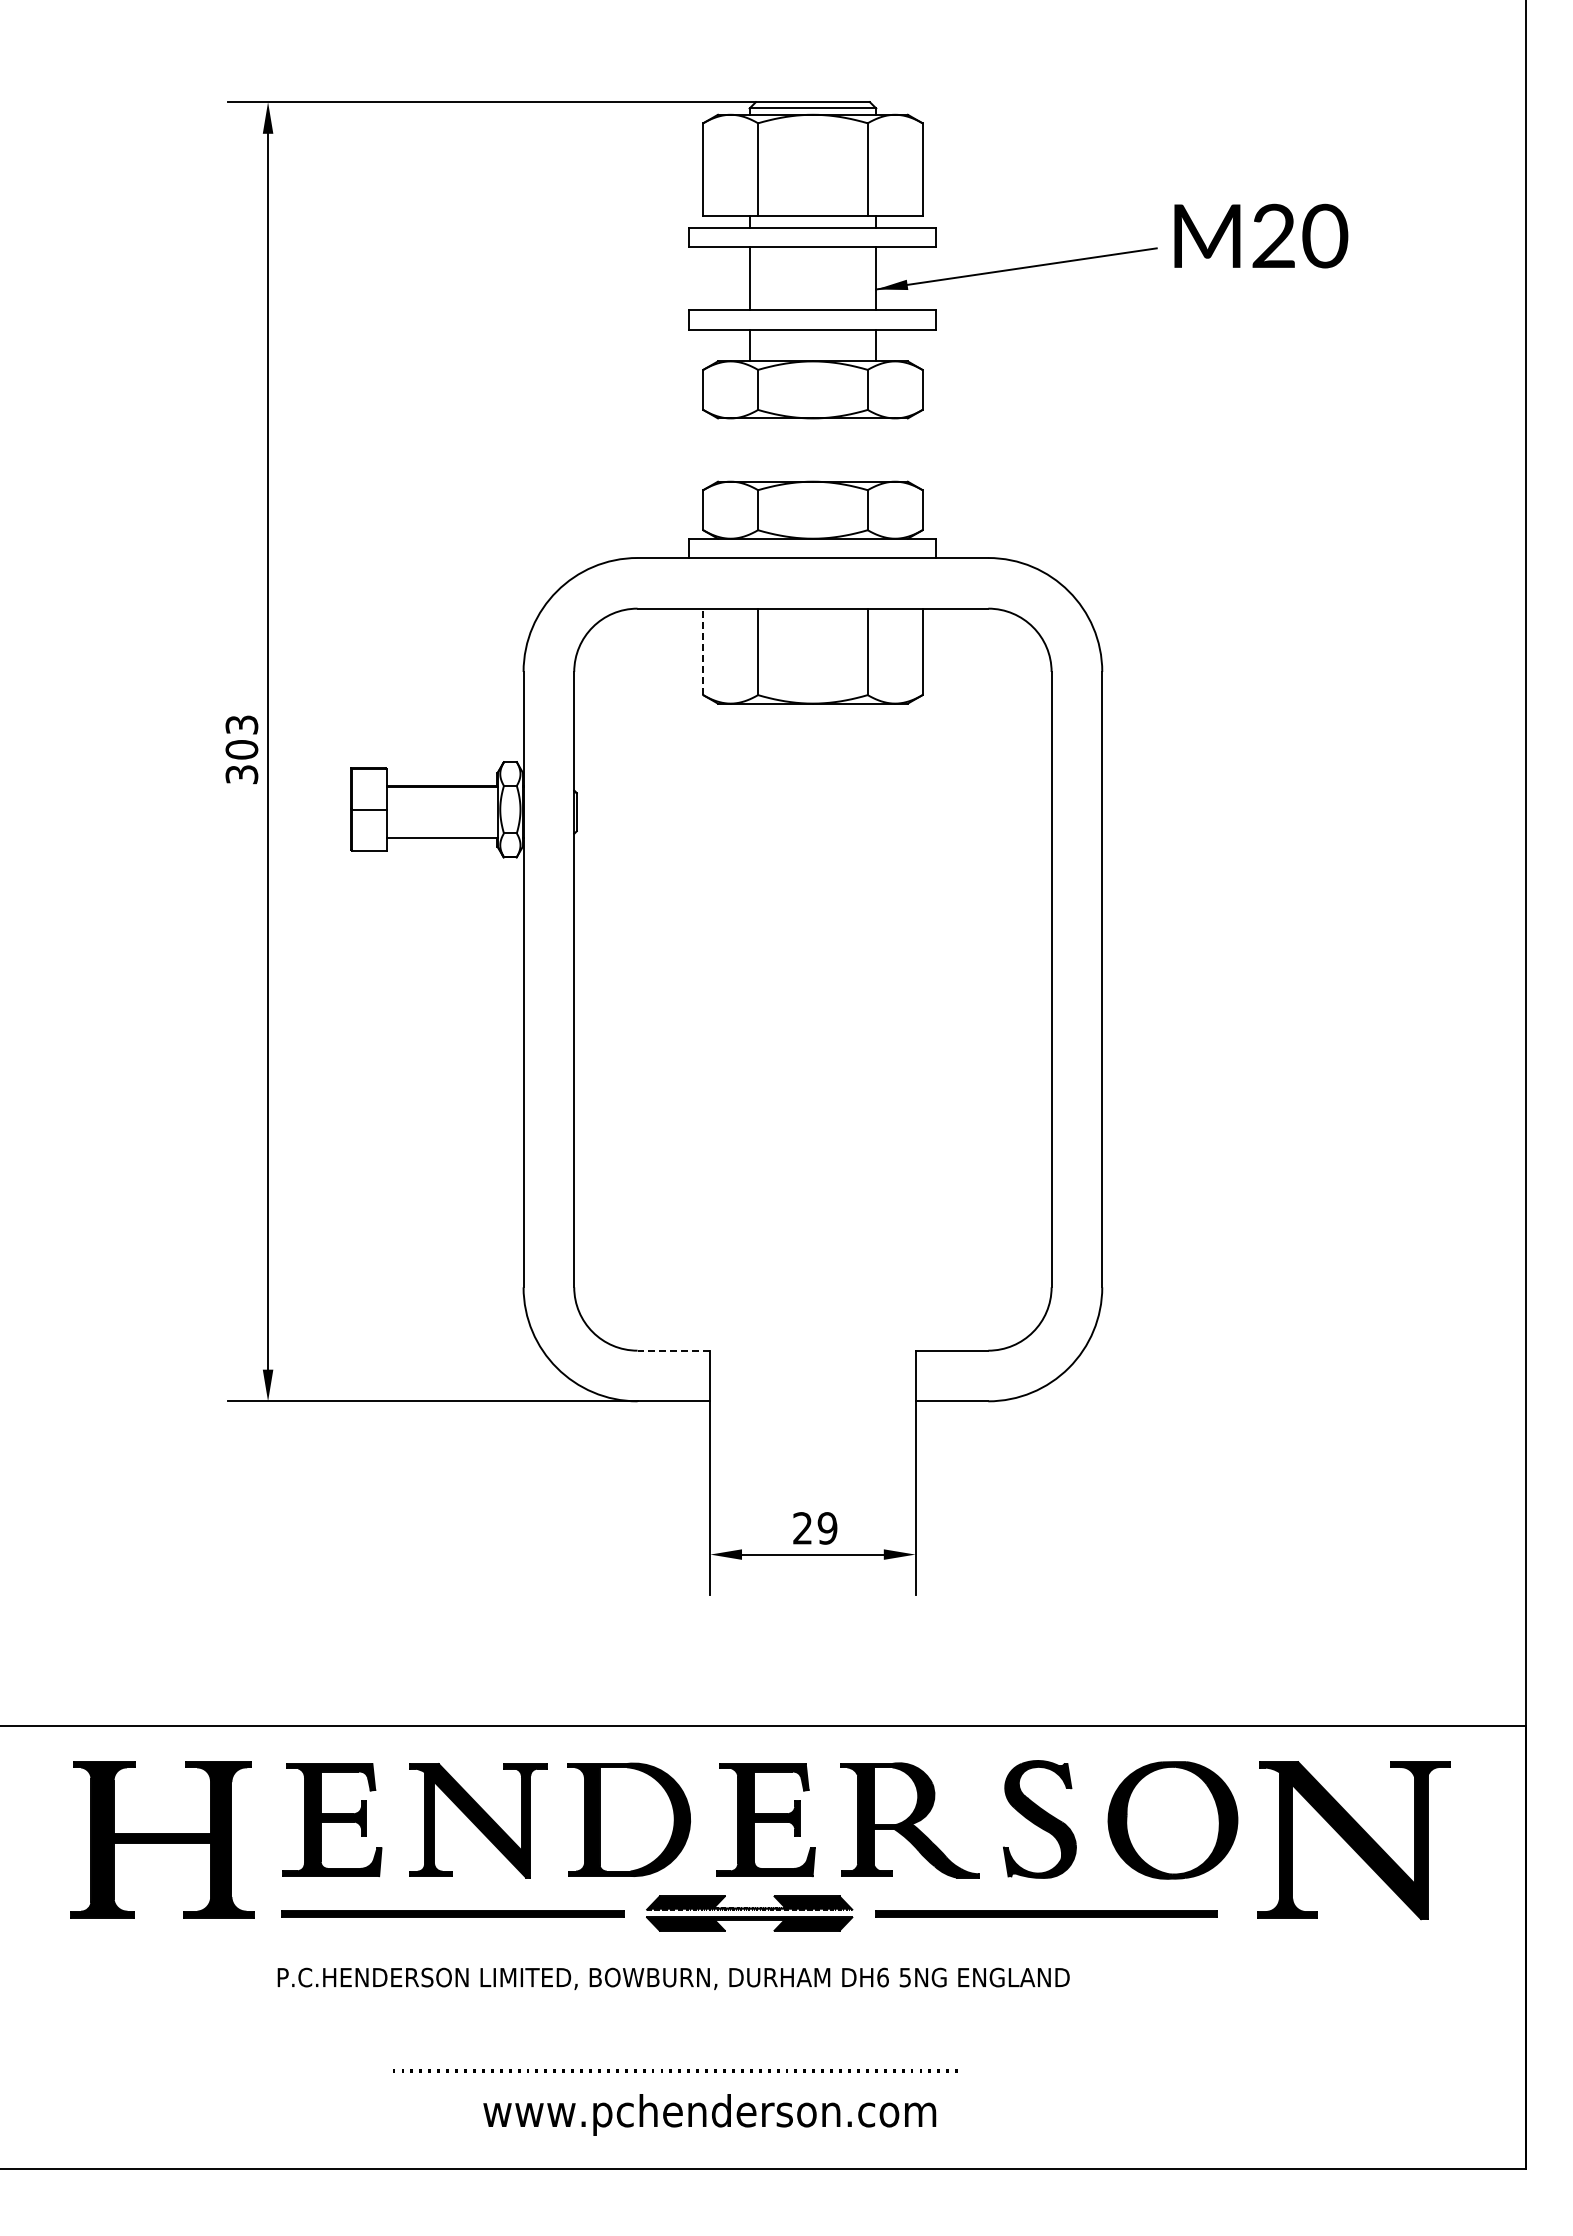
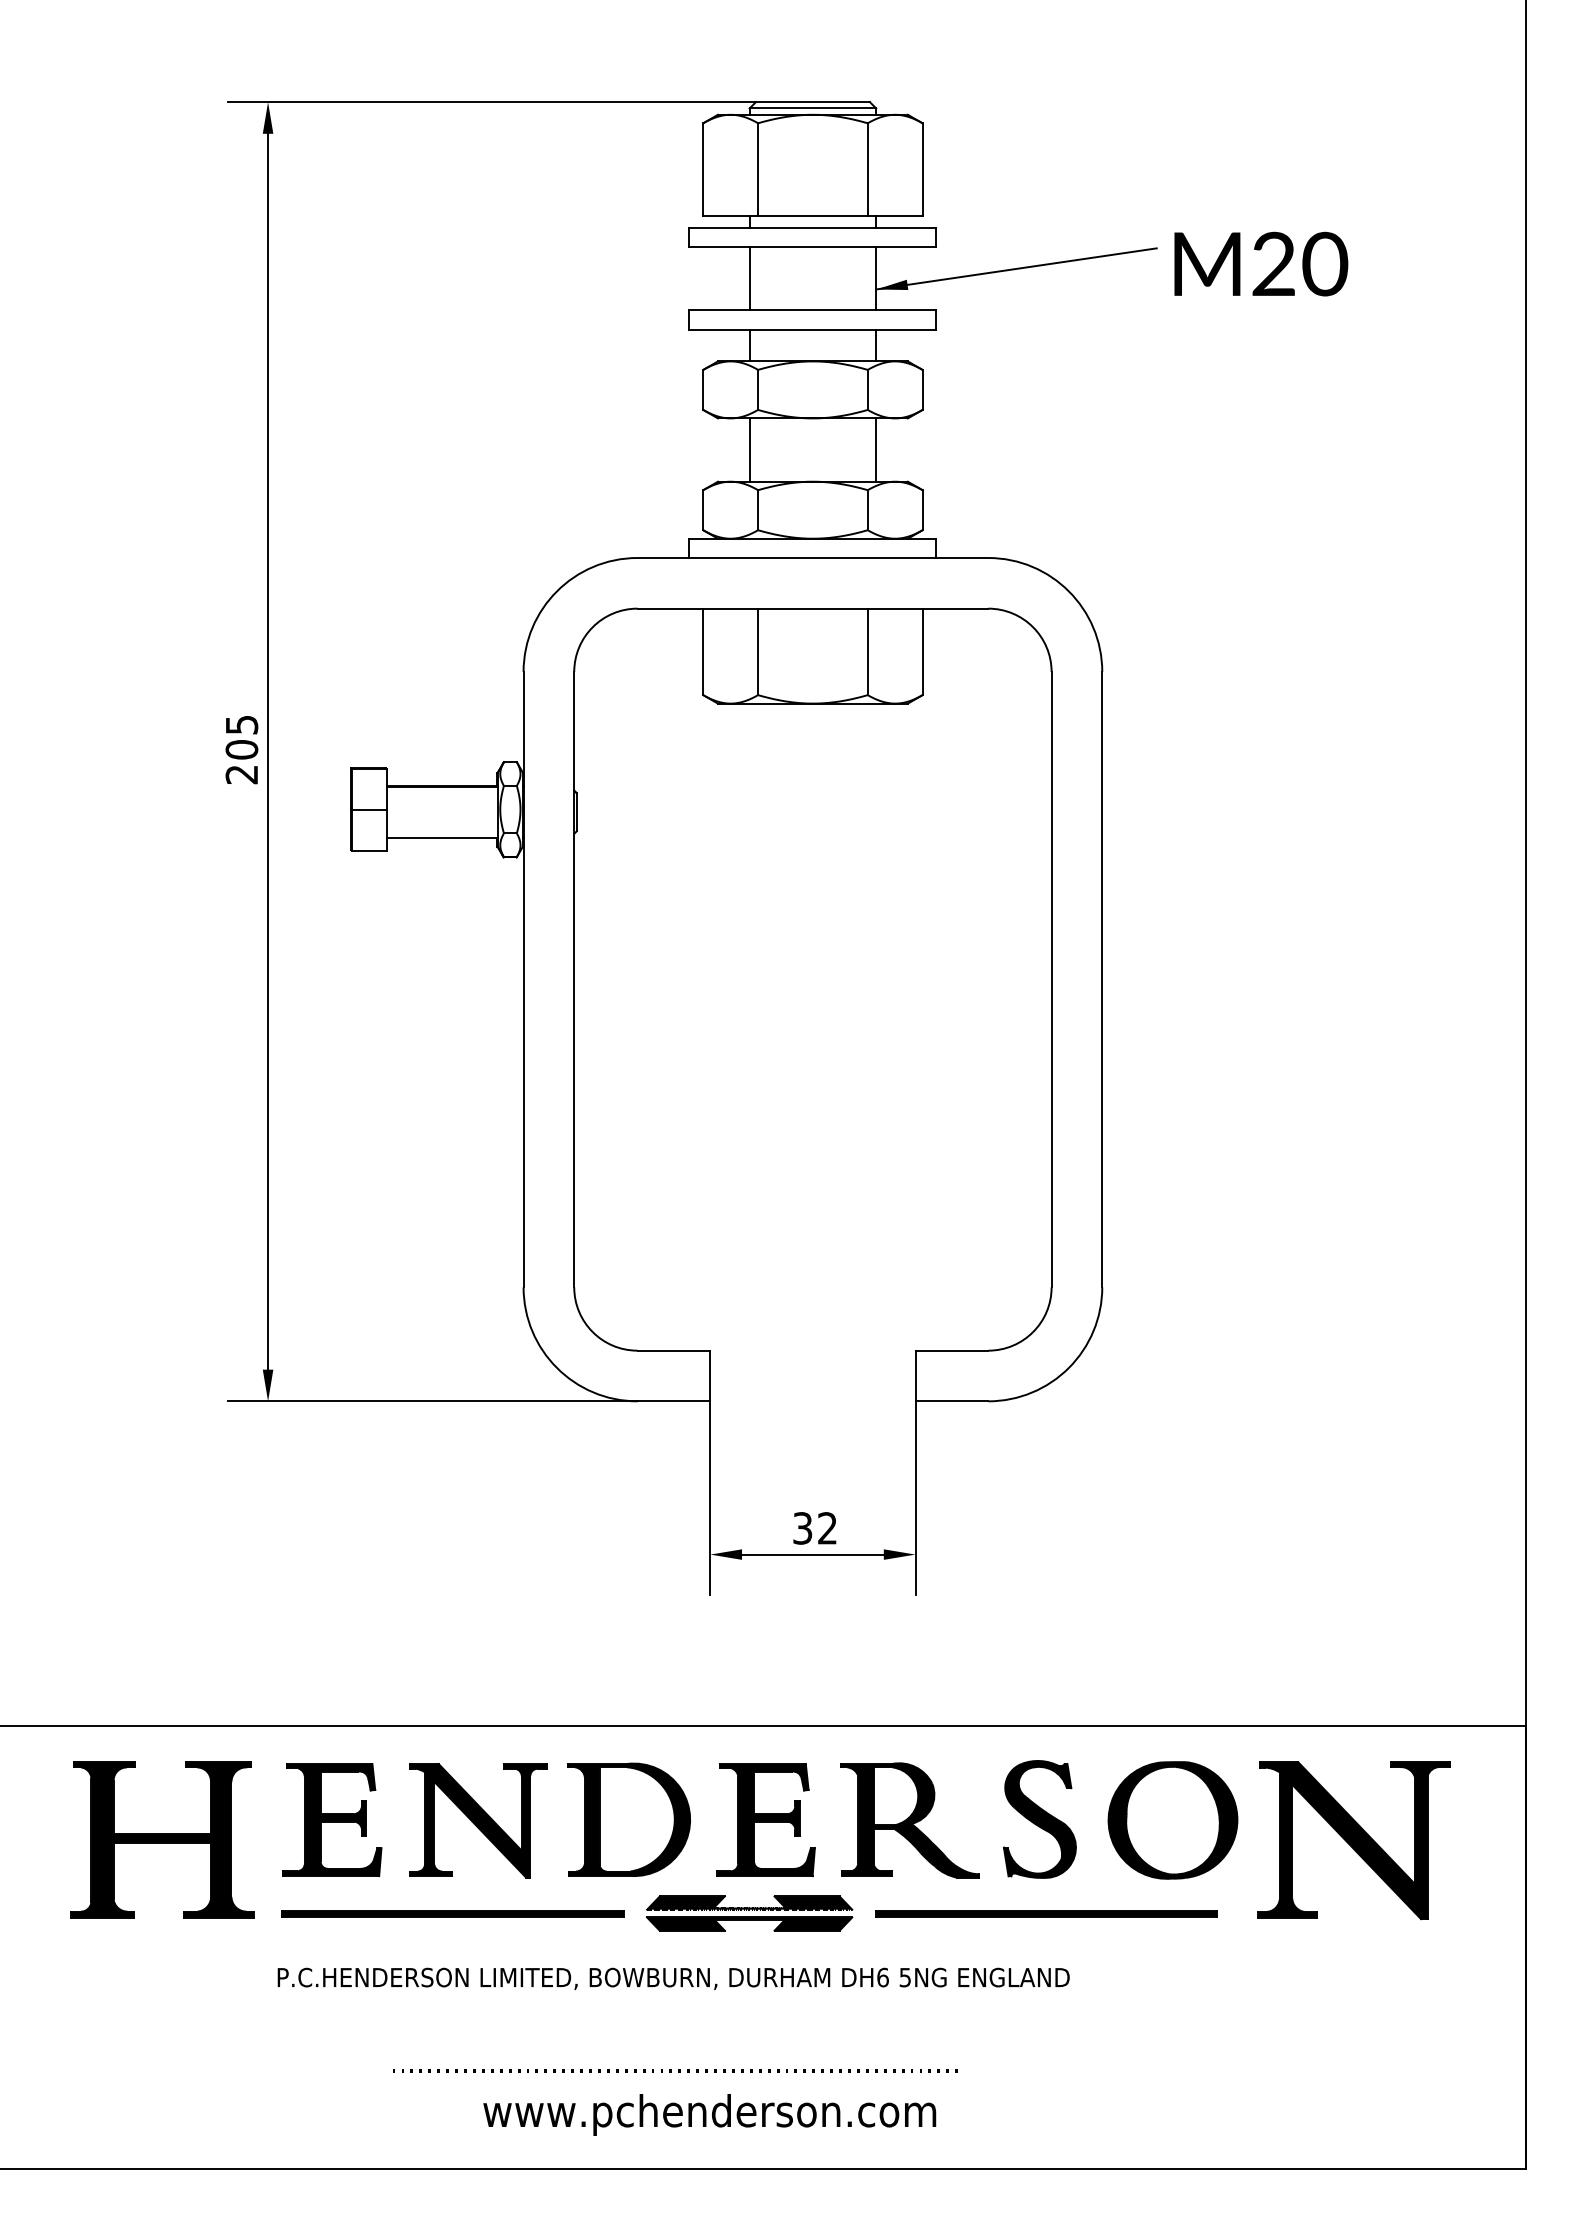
text at (1261, 235) position: (1261, 235) -> (1261, 263)
line at (749, 449): none -> present
line at (876, 449): none -> present
line at (703, 651): dashed -> solid
text at (241, 749): 303 -> 205
line at (673, 1350): dashed -> solid
text at (815, 1528): 29 -> 32
